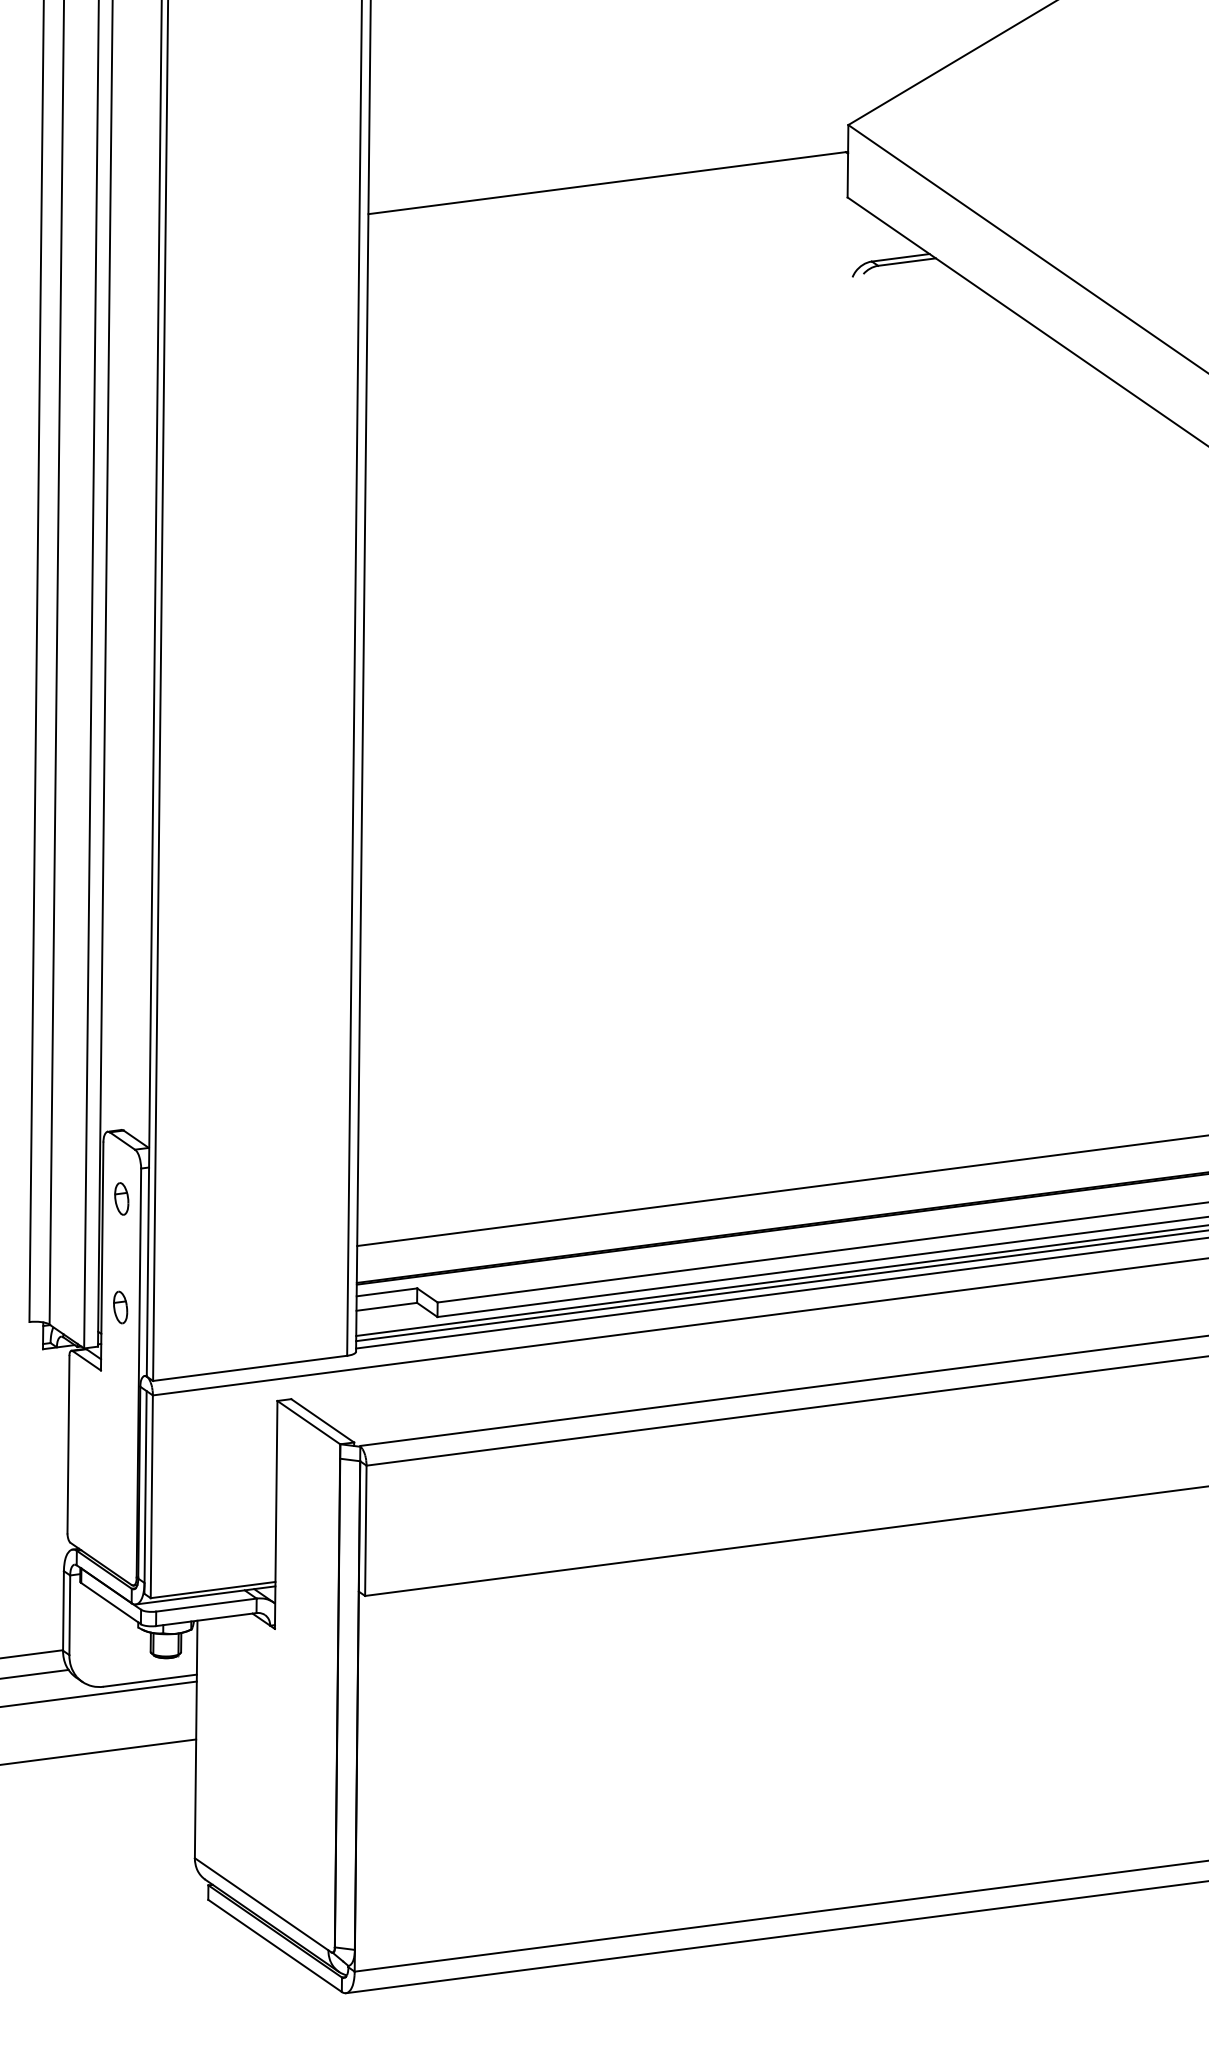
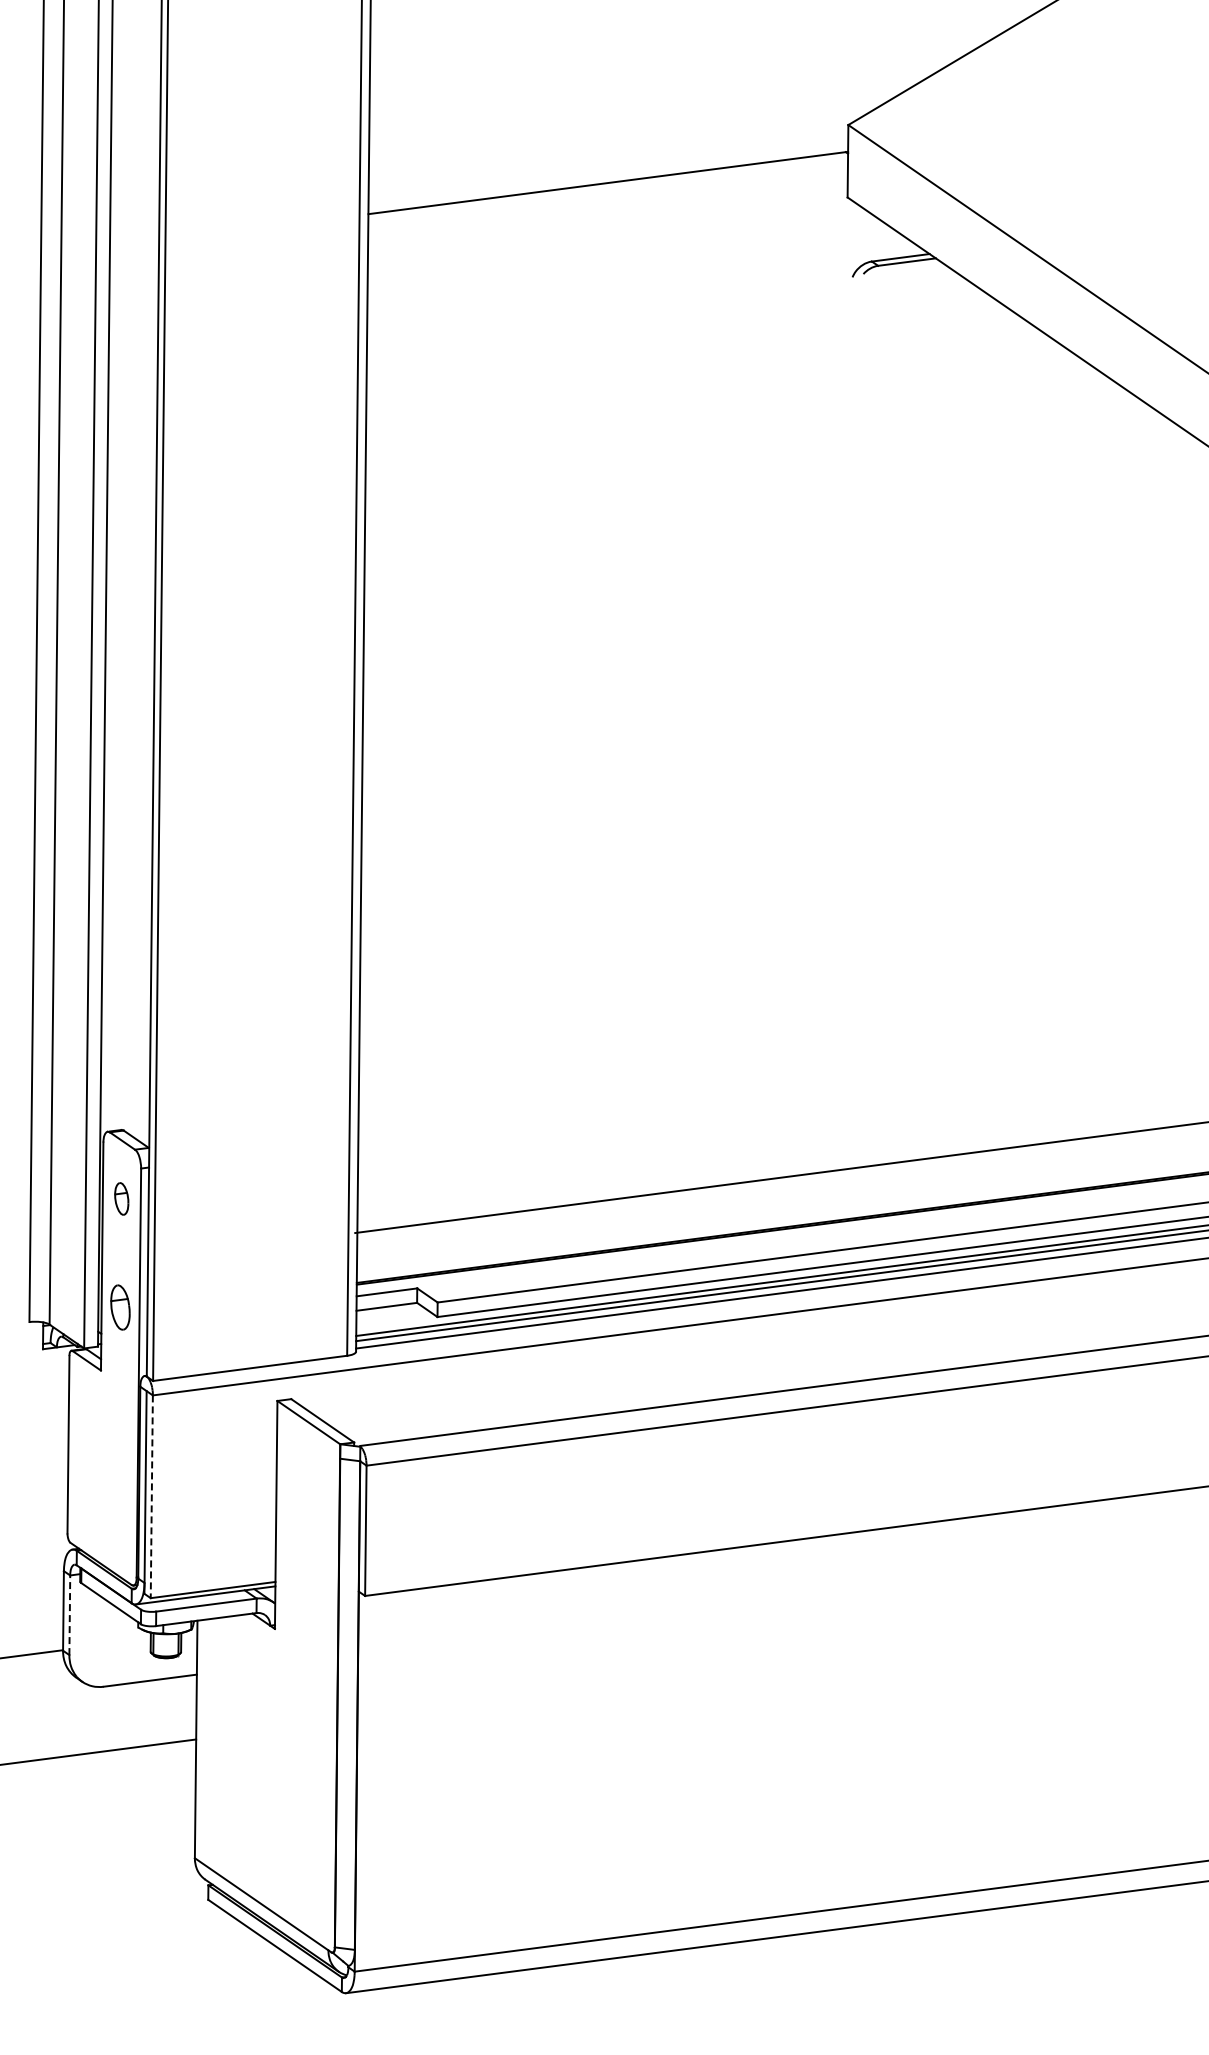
line at (781, 1190) position: (781, 1190) -> (780, 1177)
part at (120, 1307) size: 16x35 px -> 21x47 px
line at (151, 1497): solid -> dashed
line at (69, 1615): solid -> dashed
line at (35, 1673): present -> none
line at (99, 1693): present -> none
